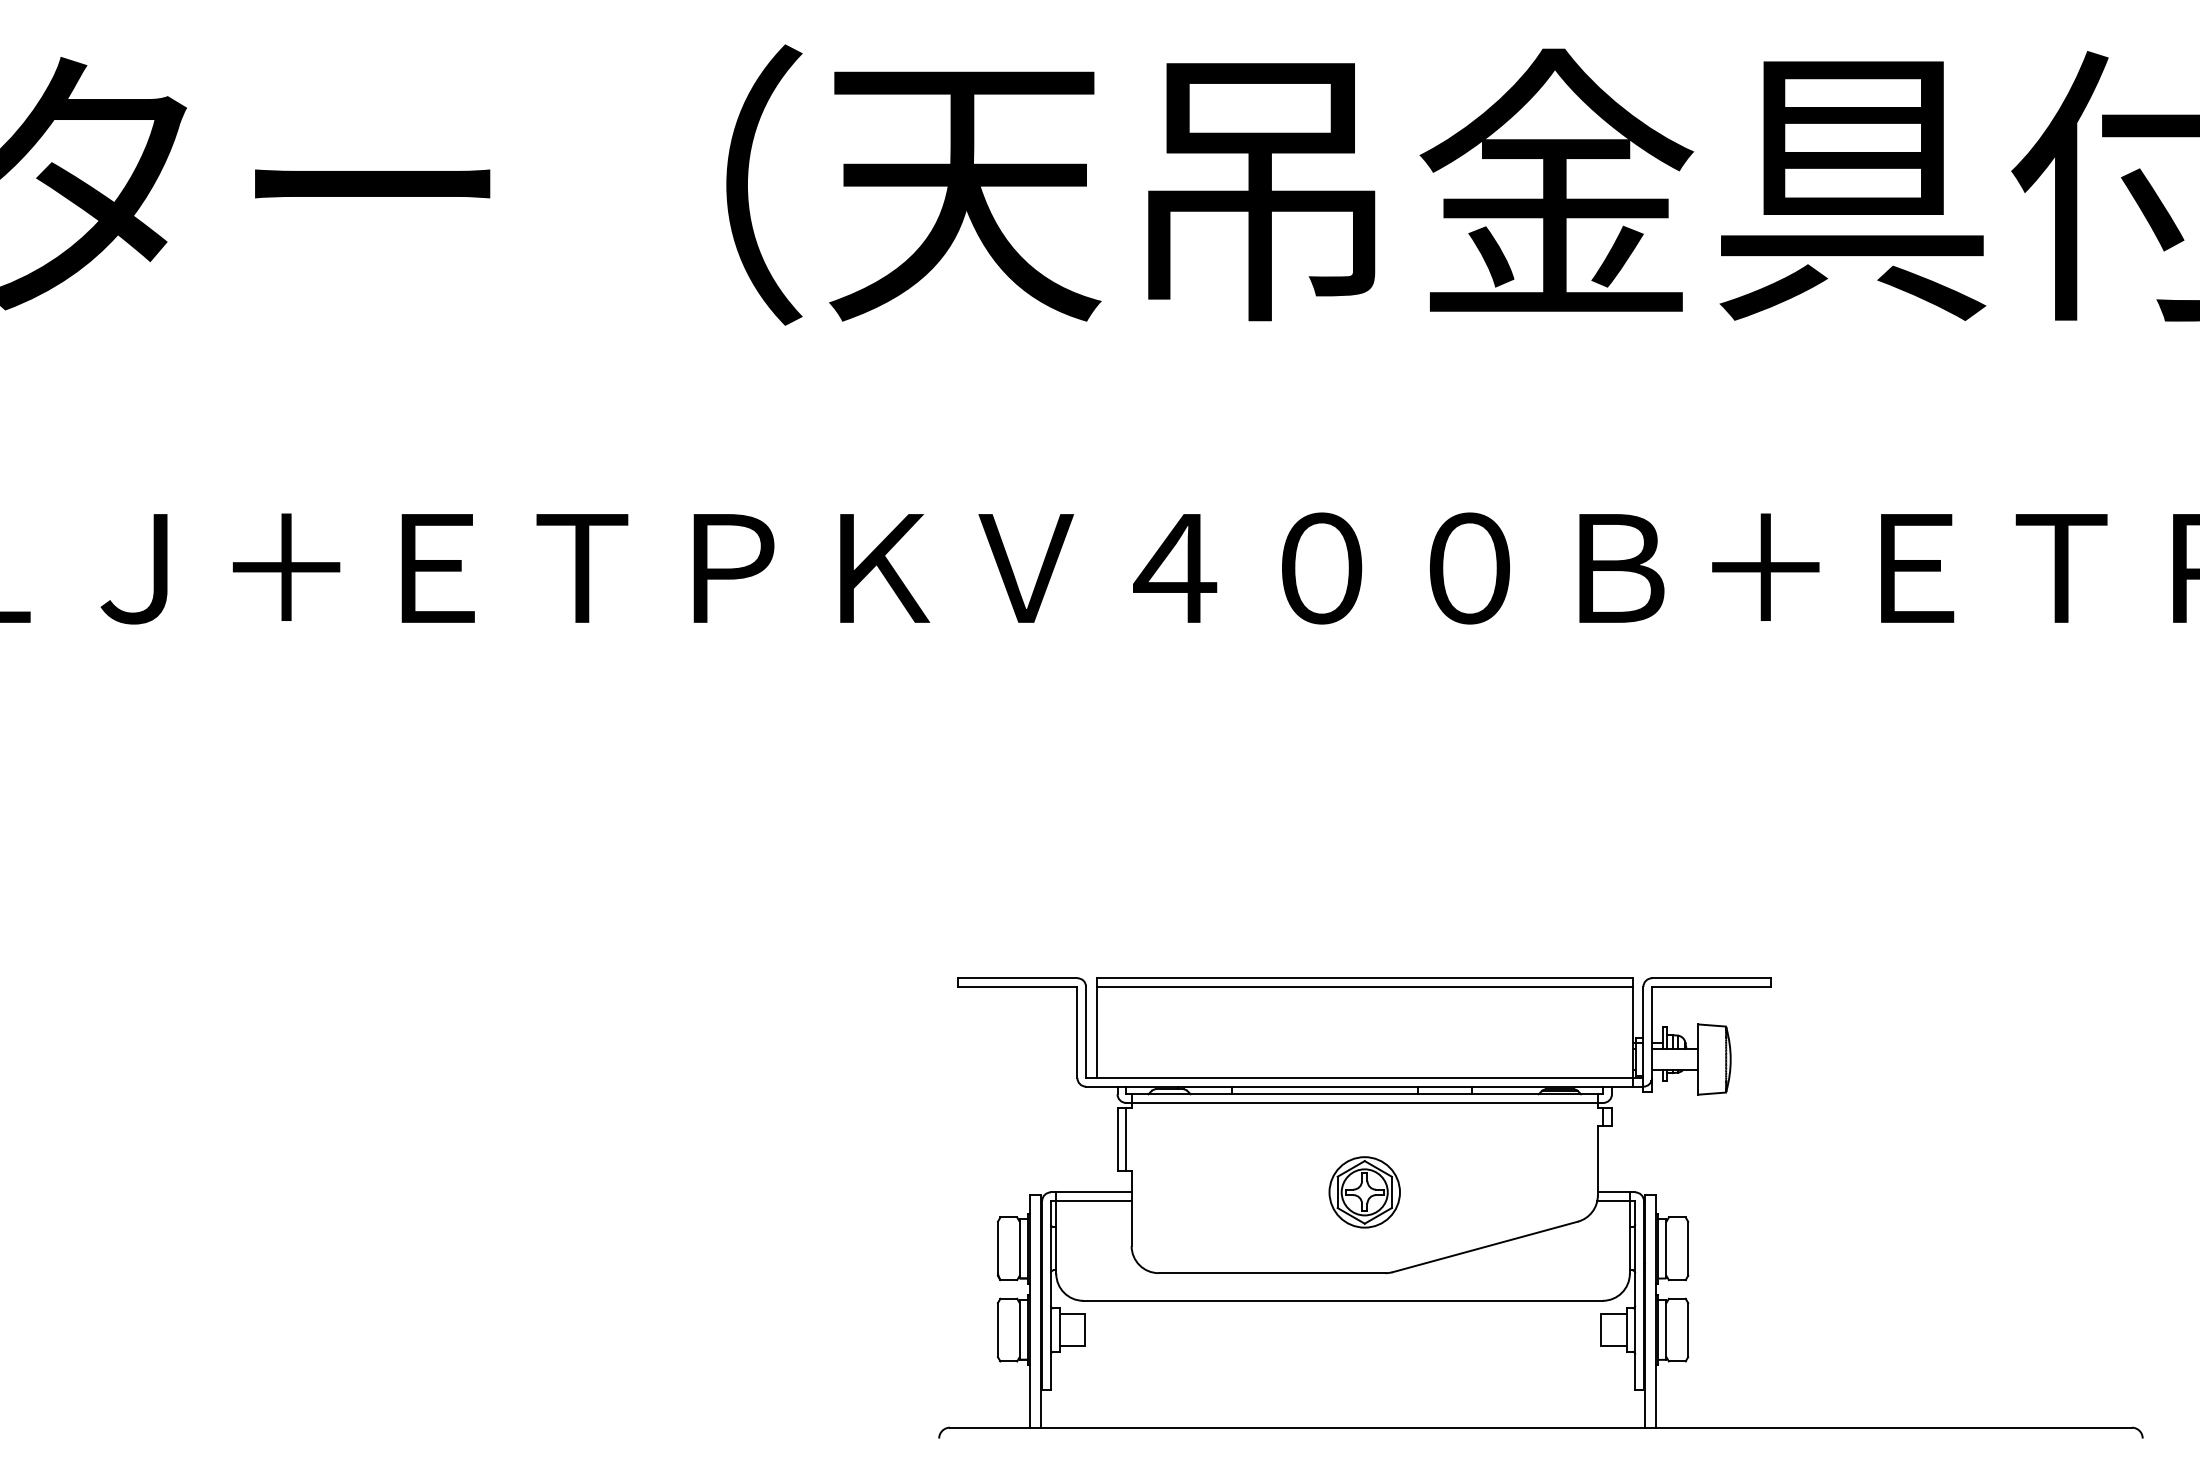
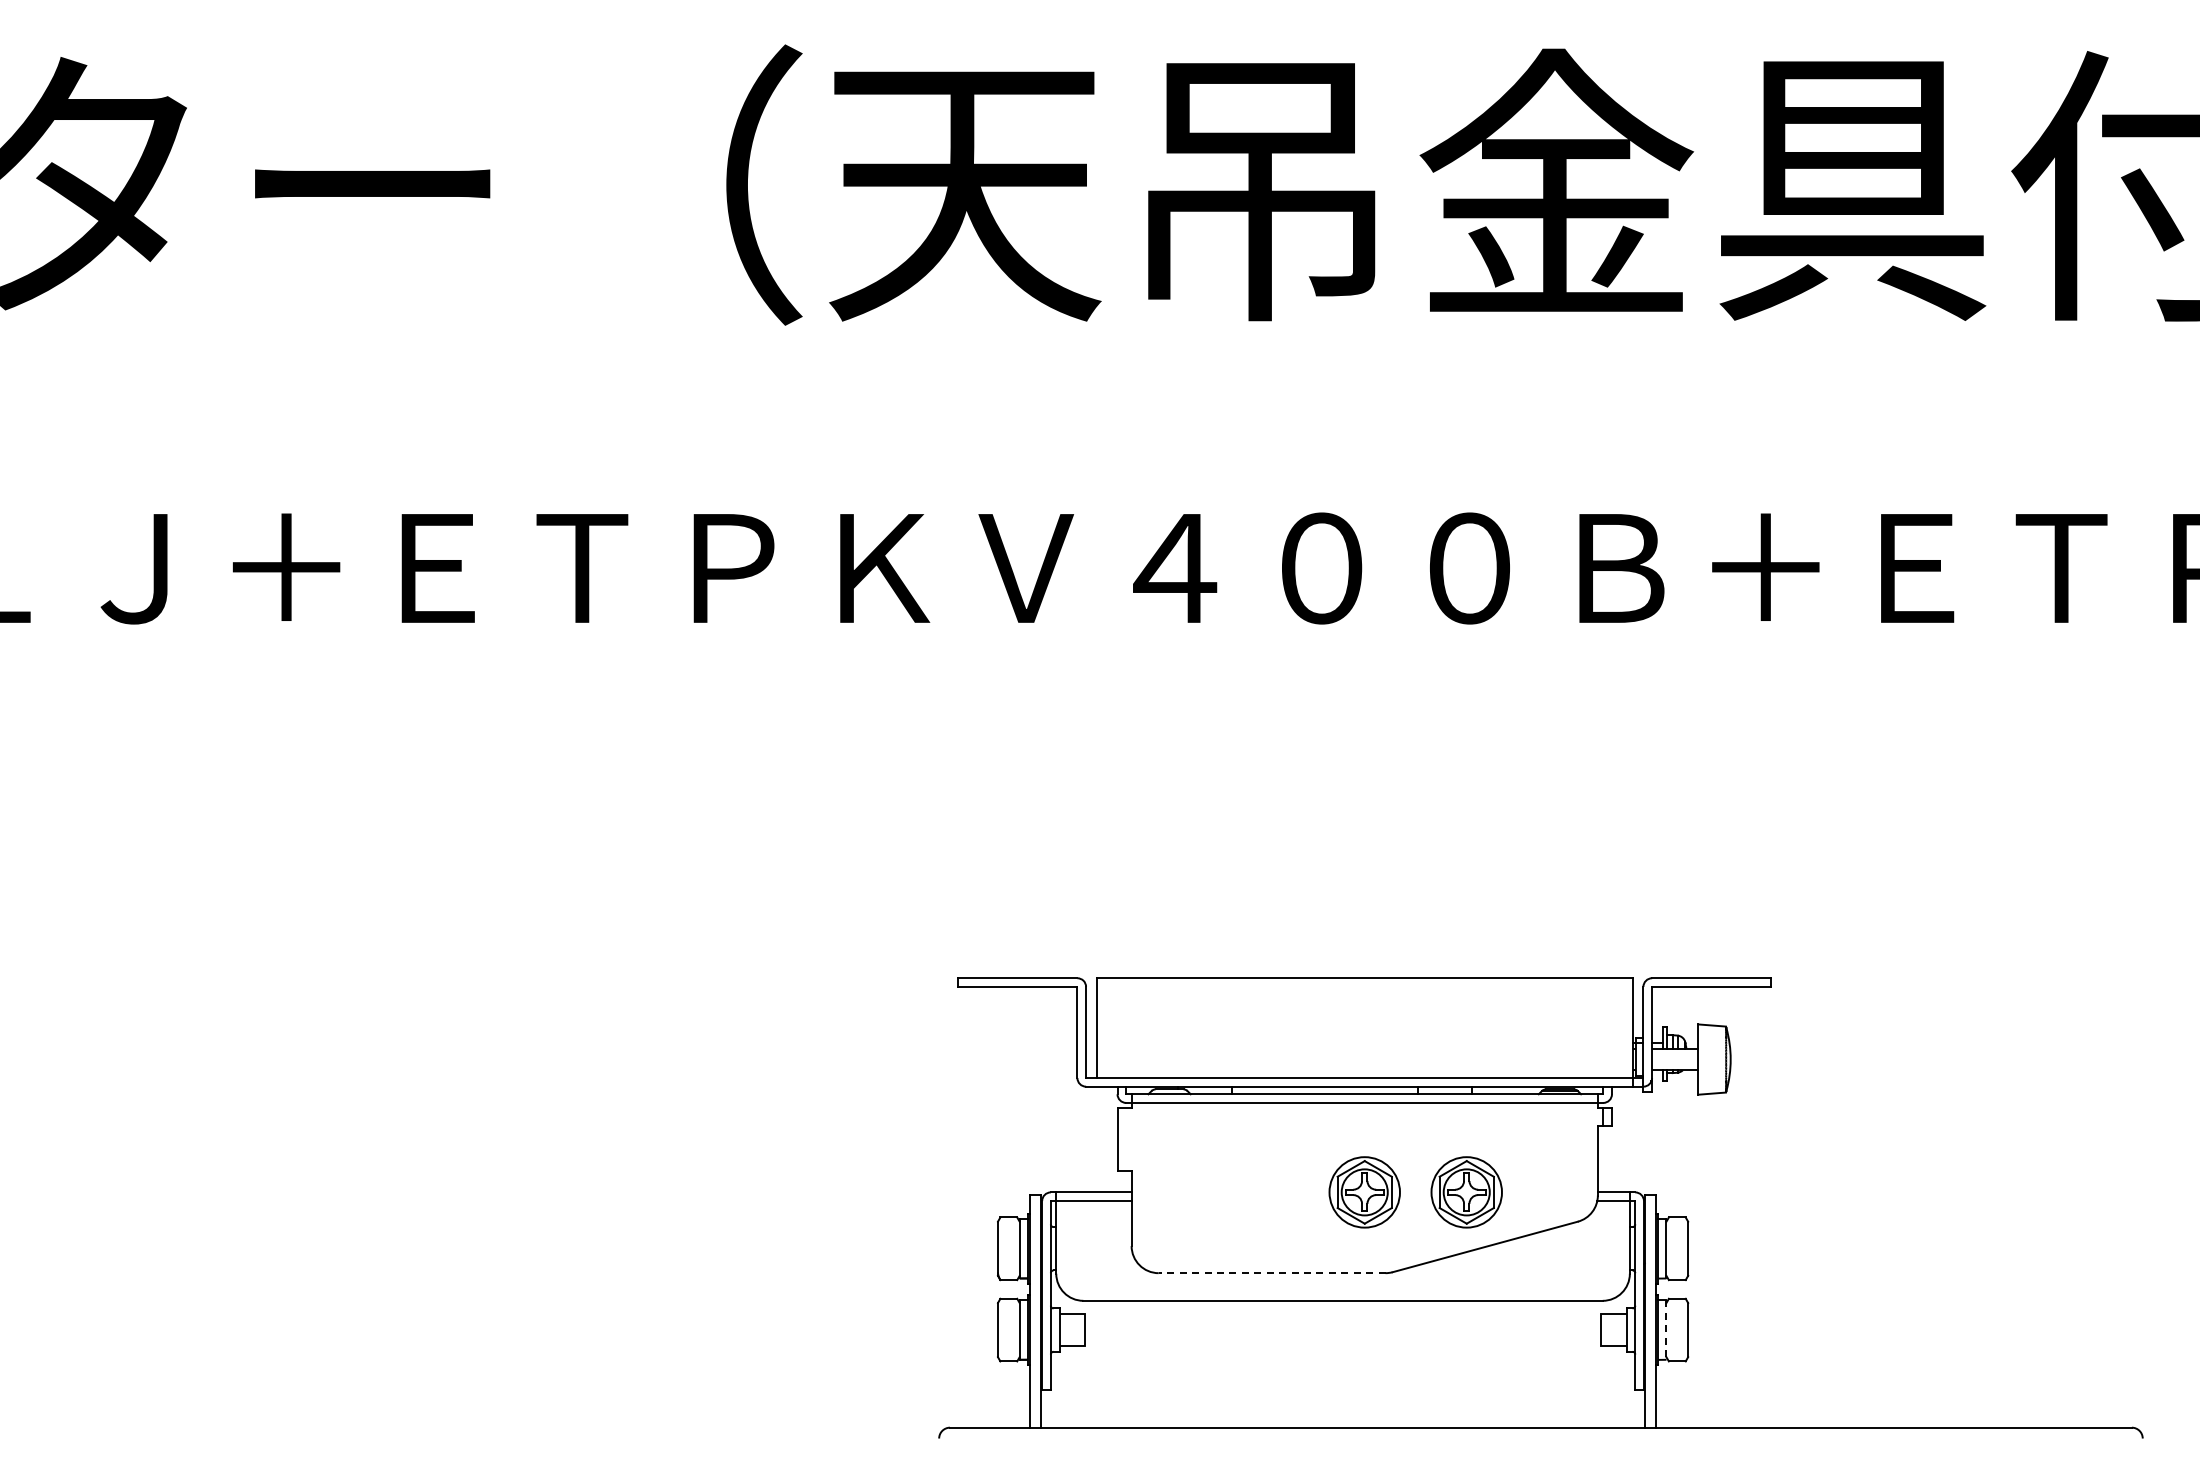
line at (1364, 986): present -> none
line at (1126, 1139): present -> none
part at (1466, 1192): none -> present
line at (1271, 1273): solid -> dashed
line at (1666, 1330): solid -> dashed
